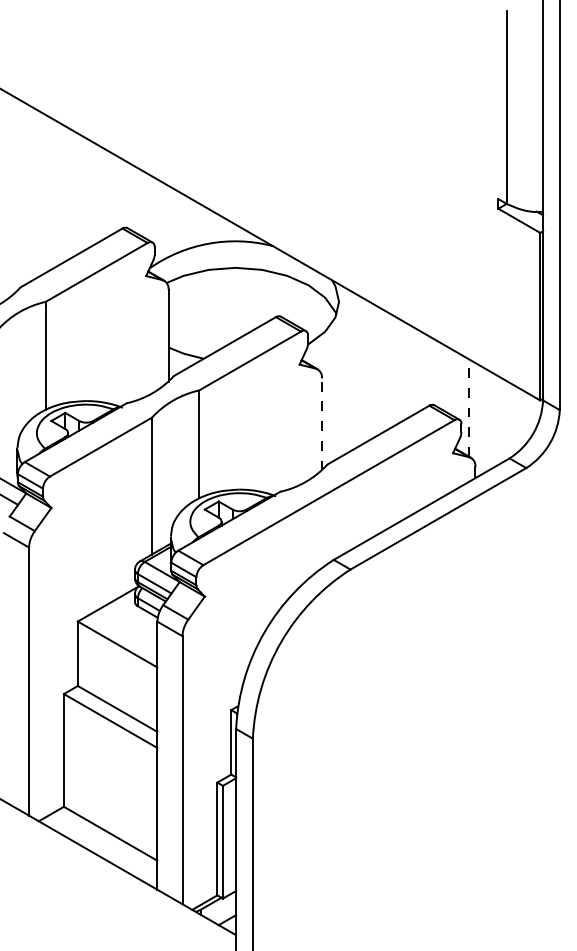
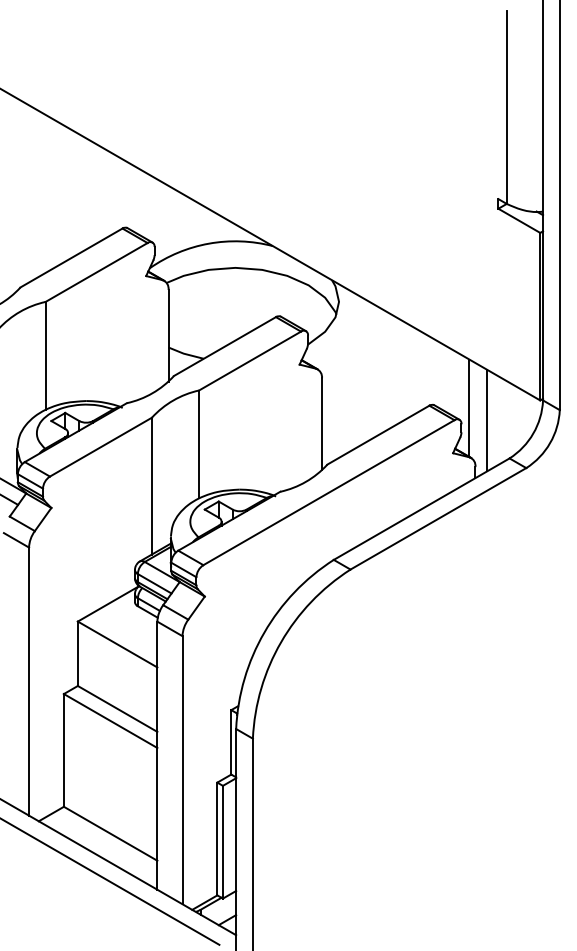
line at (469, 408): dashed -> solid
line at (487, 420): none -> present
line at (321, 424): dashed -> solid
line at (110, 881): none -> present
